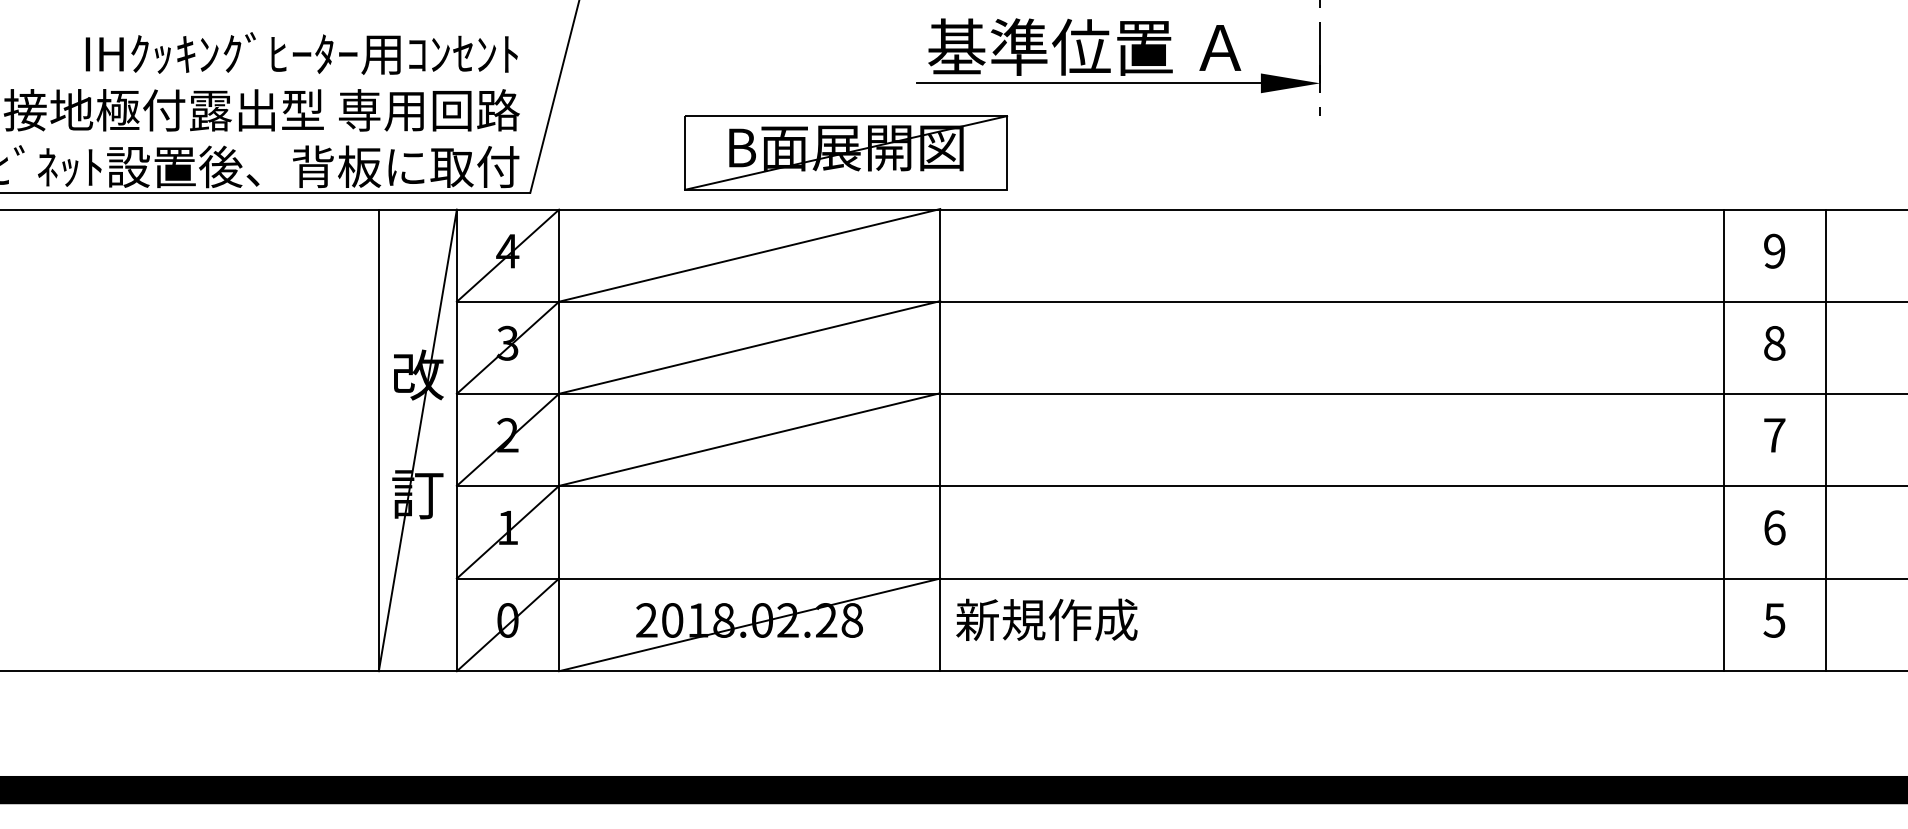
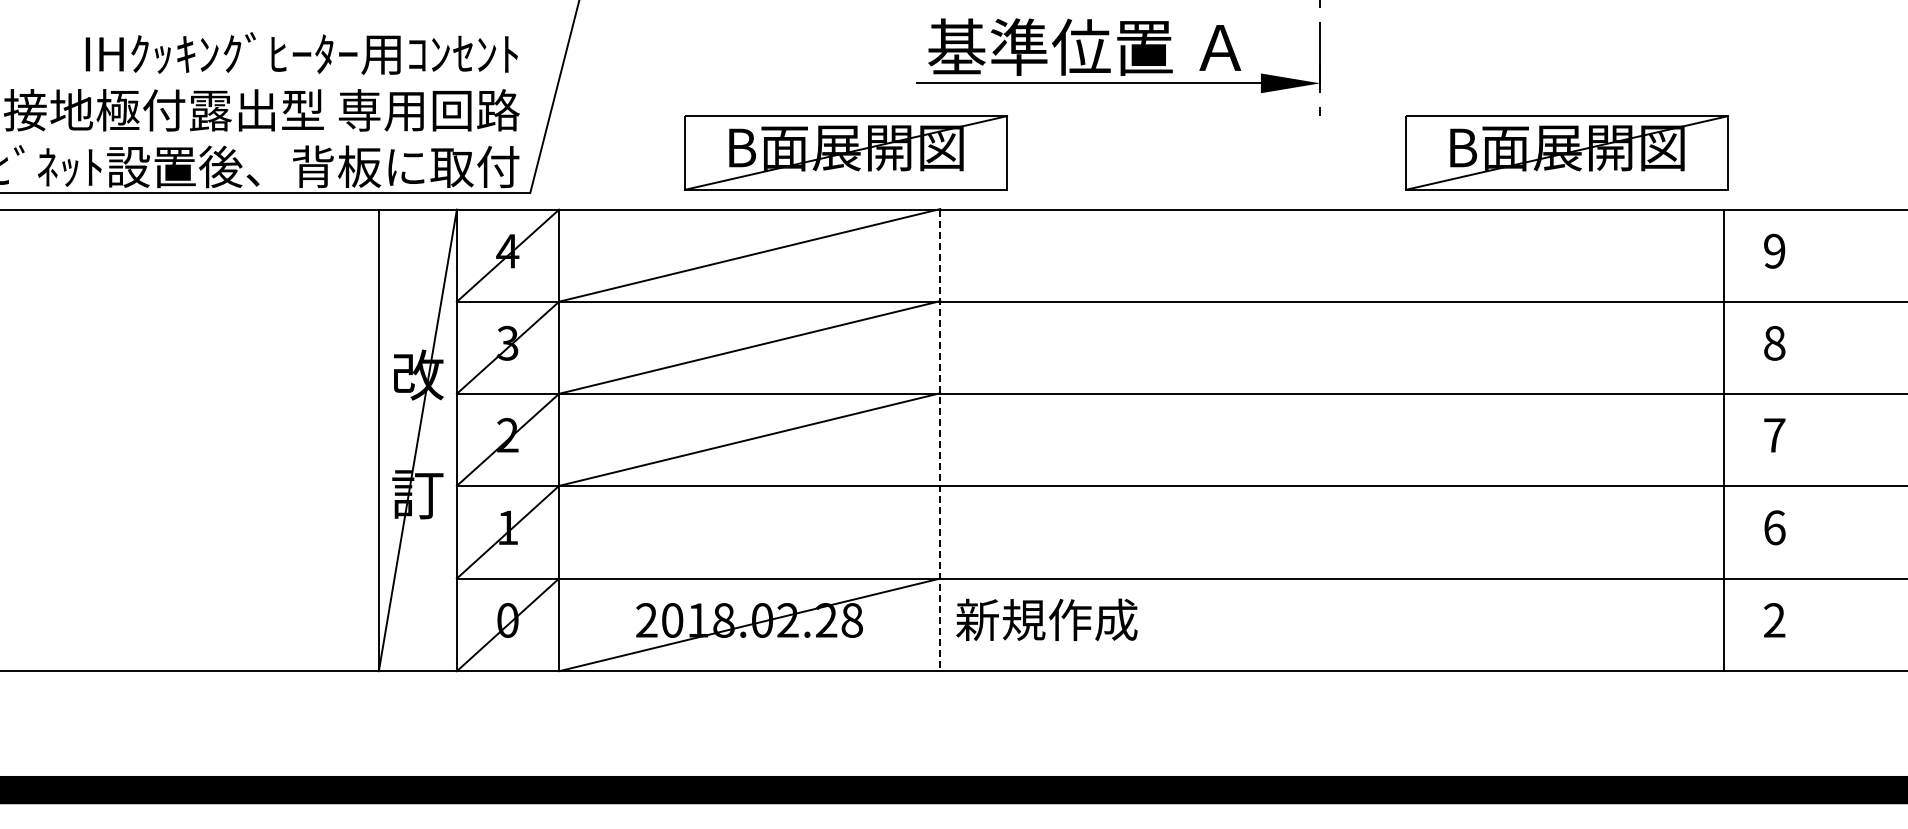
part at (1567, 152): none -> present
line at (940, 440): solid -> dashed
line at (1825, 440): present -> none
text at (1774, 620): 5 -> 2
